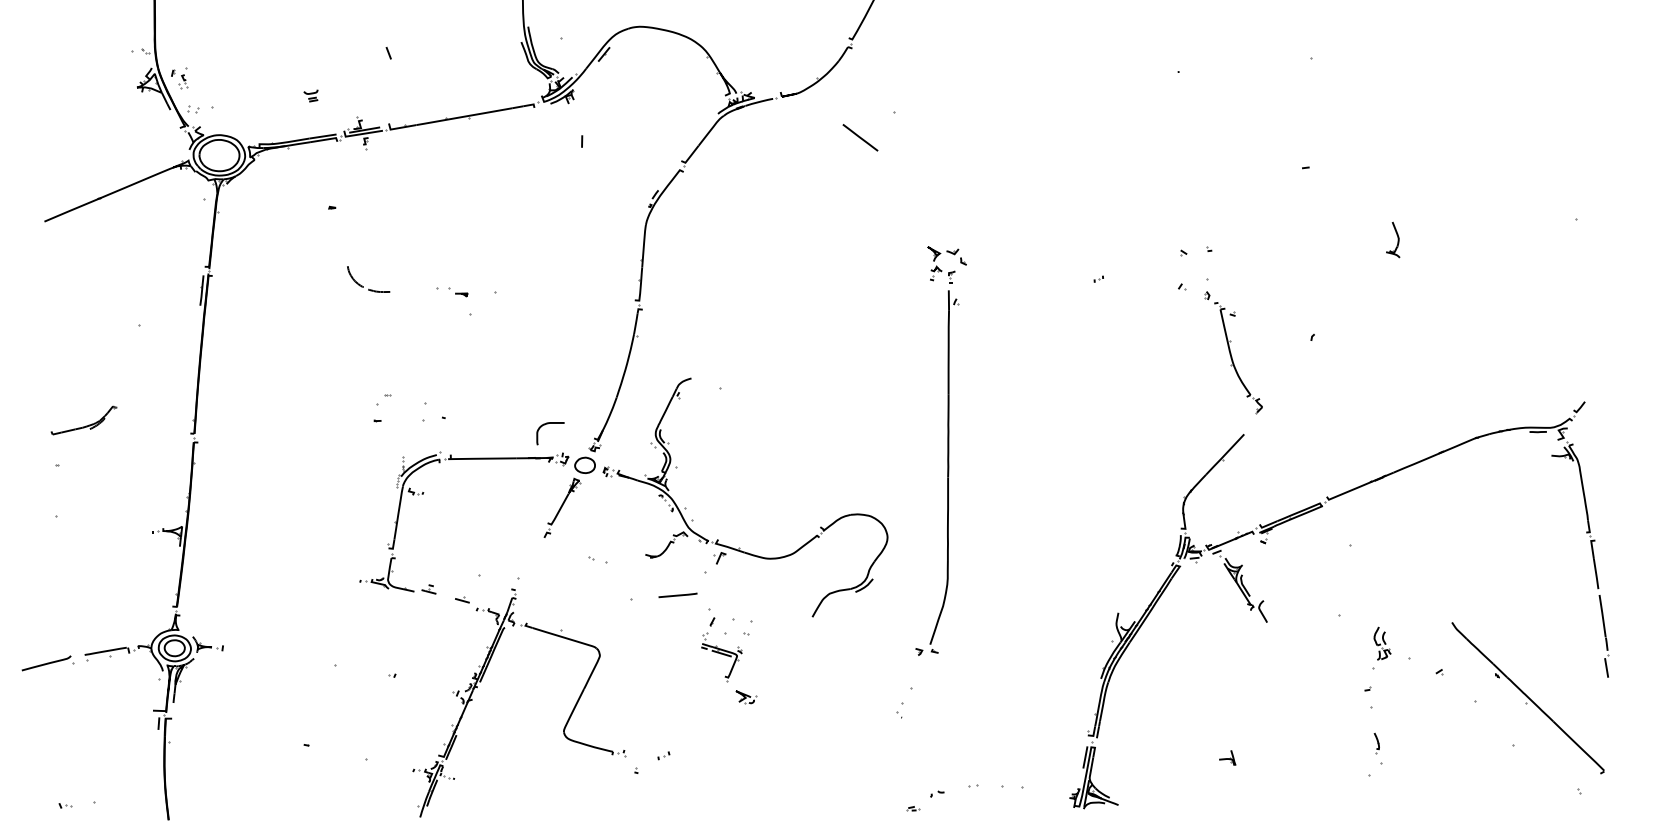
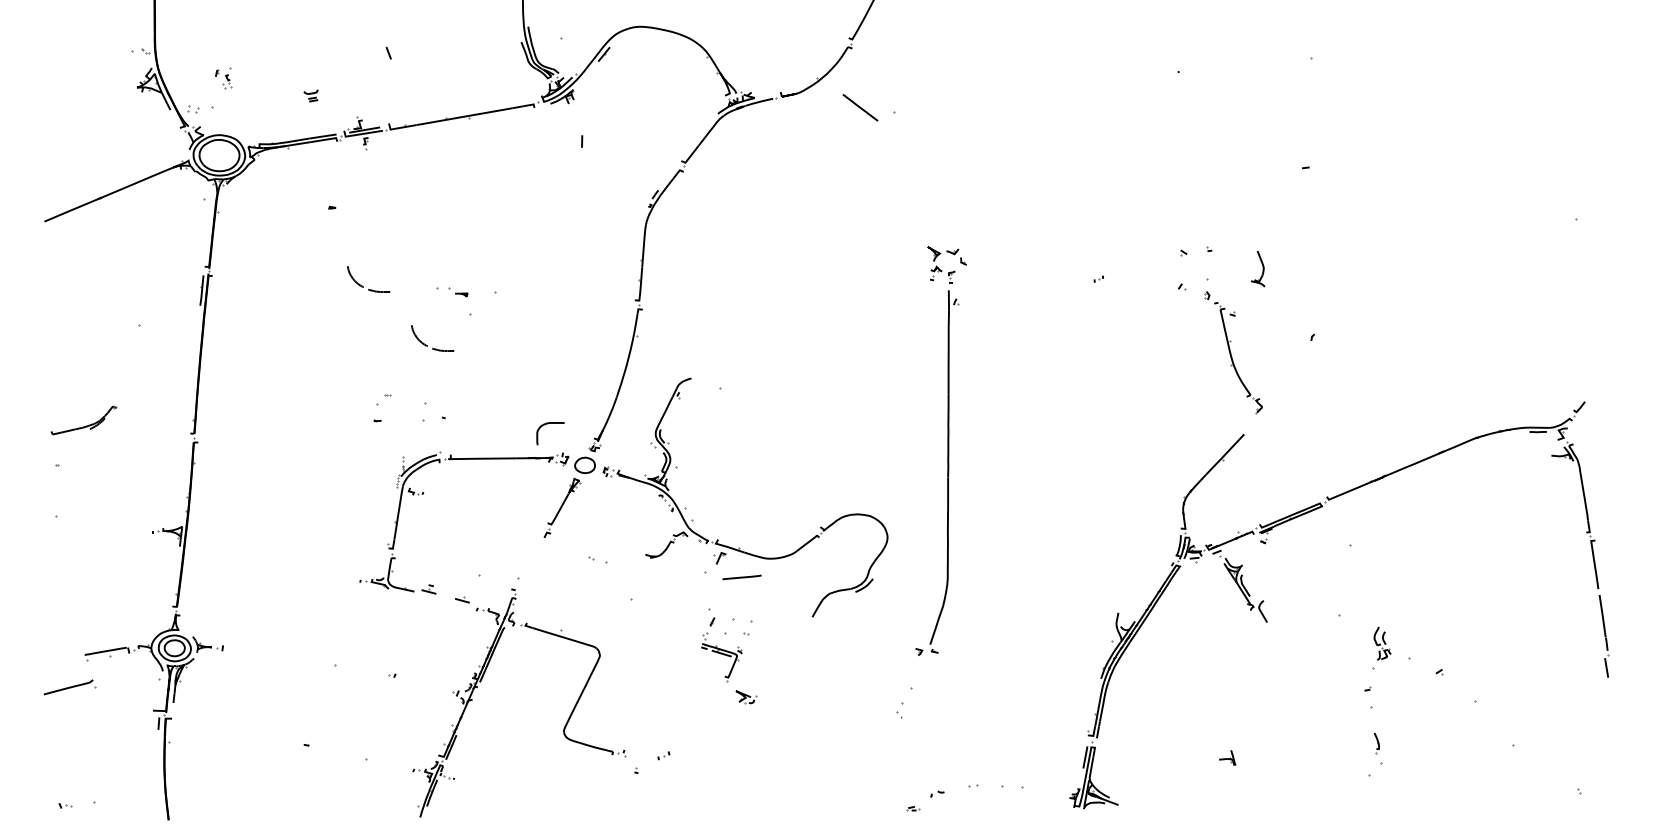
part at (179, 78) position: (179, 78) -> (223, 78)
line at (860, 137) position: (860, 137) -> (860, 107)
part at (1393, 239) position: (1393, 239) -> (1258, 268)
part at (426, 344): none -> present
line at (677, 595) position: (677, 595) -> (741, 577)
part at (47, 663) position: (47, 663) -> (69, 687)
part at (1527, 698): present -> none
